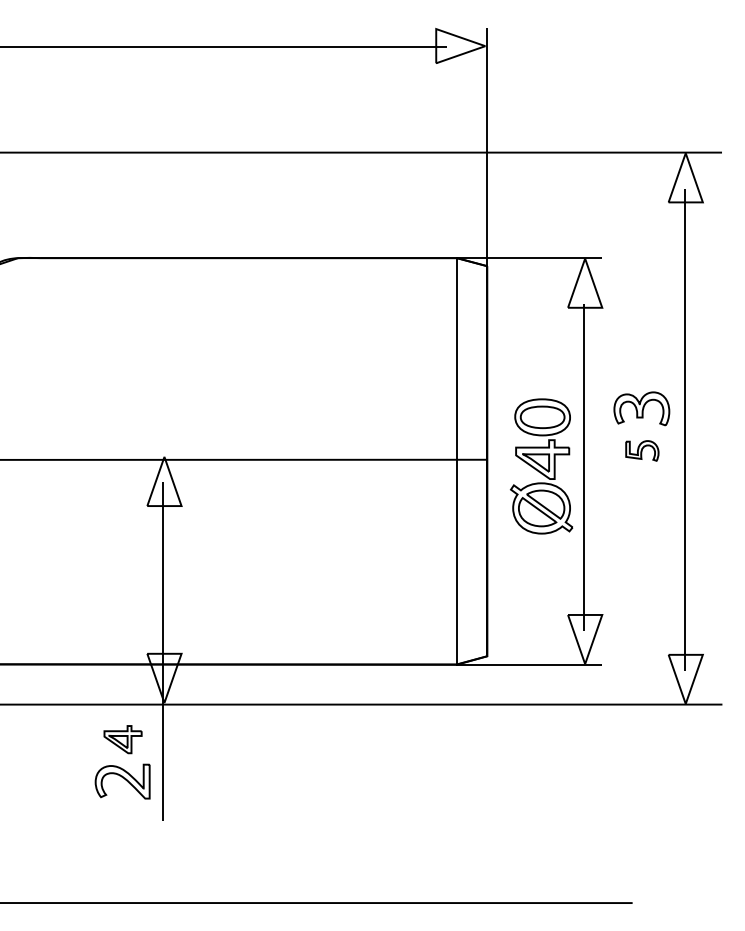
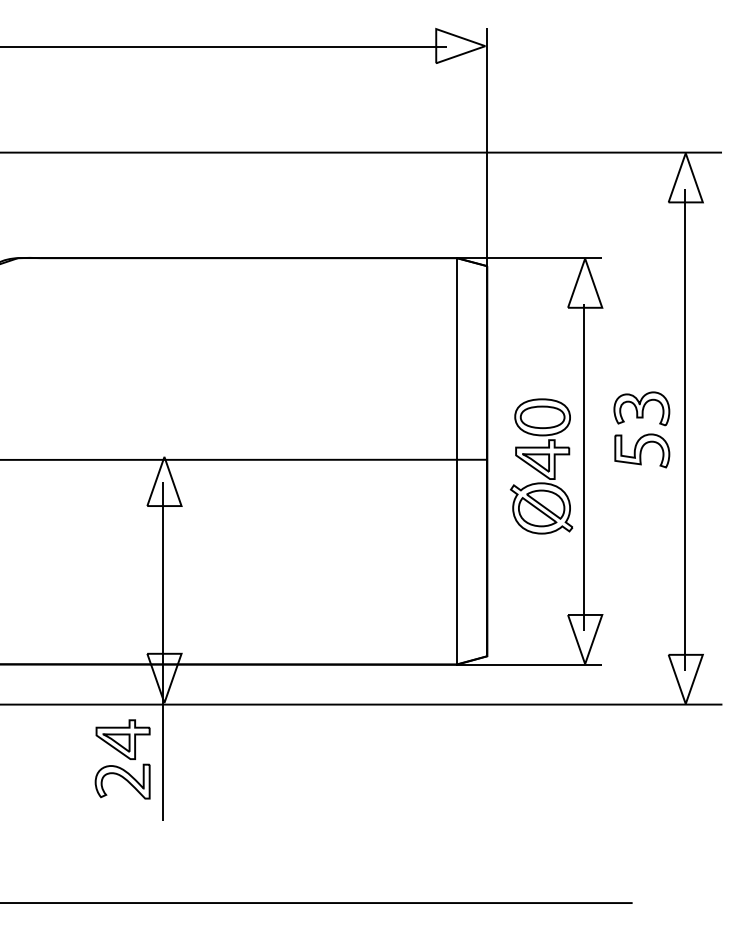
part at (642, 450) size: 35x22 px -> 57x36 px
part at (122, 739) size: 40x30 px -> 56x41 px
